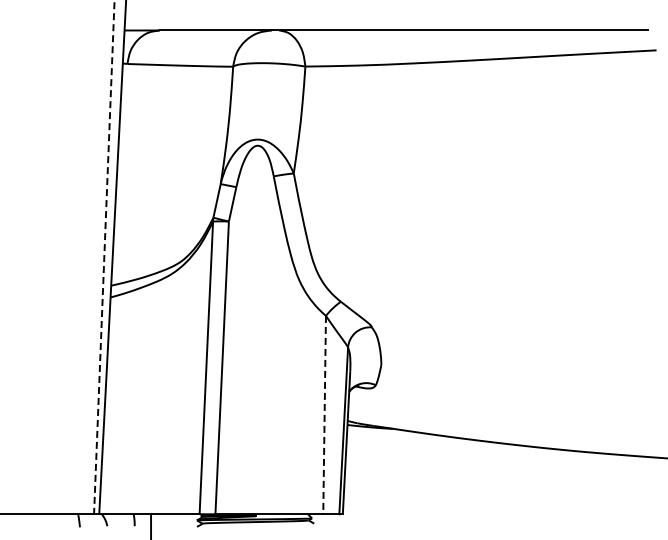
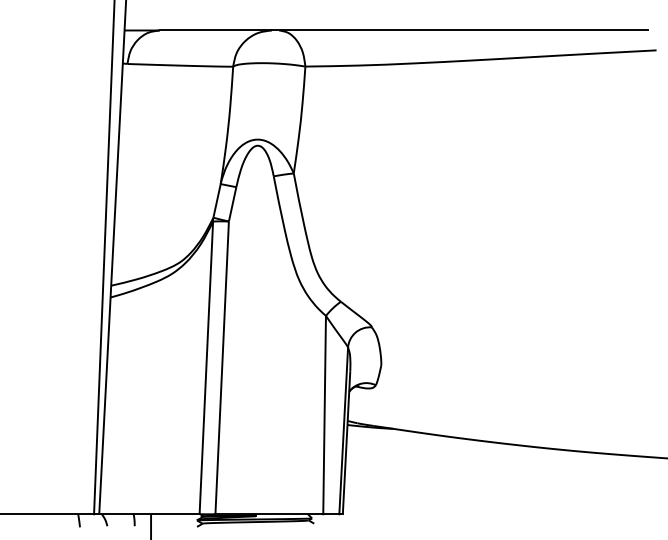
line at (104, 257): dashed -> solid
line at (324, 415): dashed -> solid
